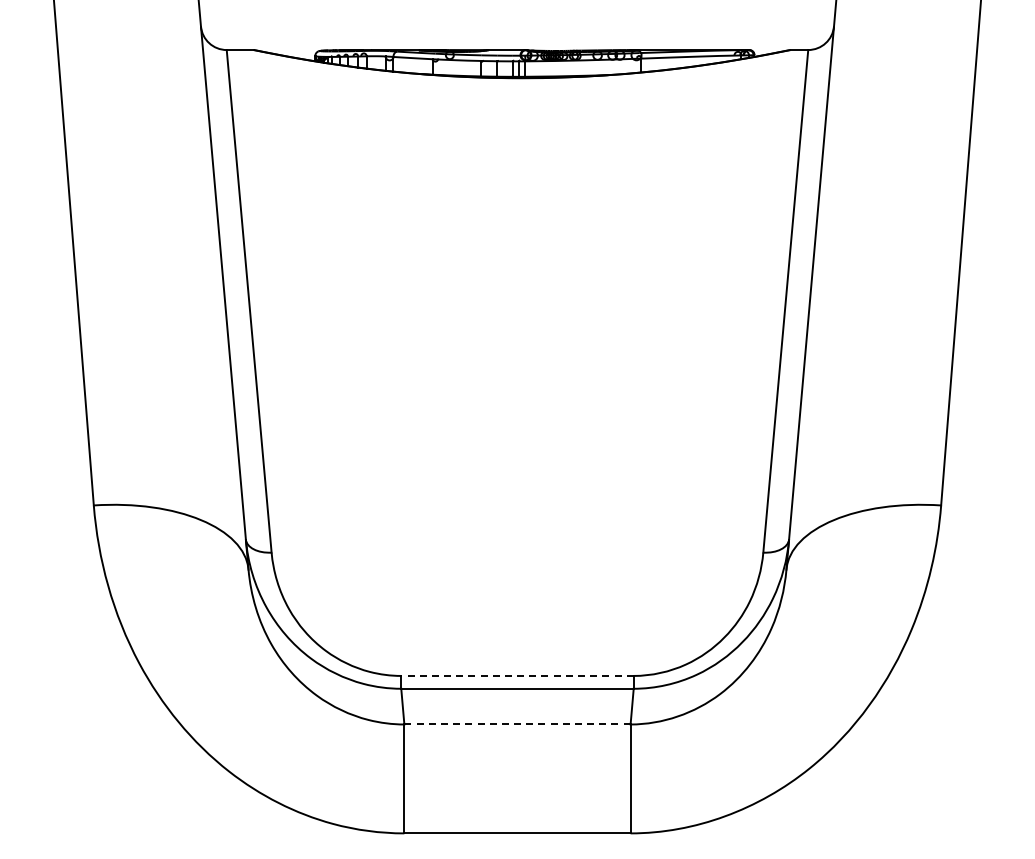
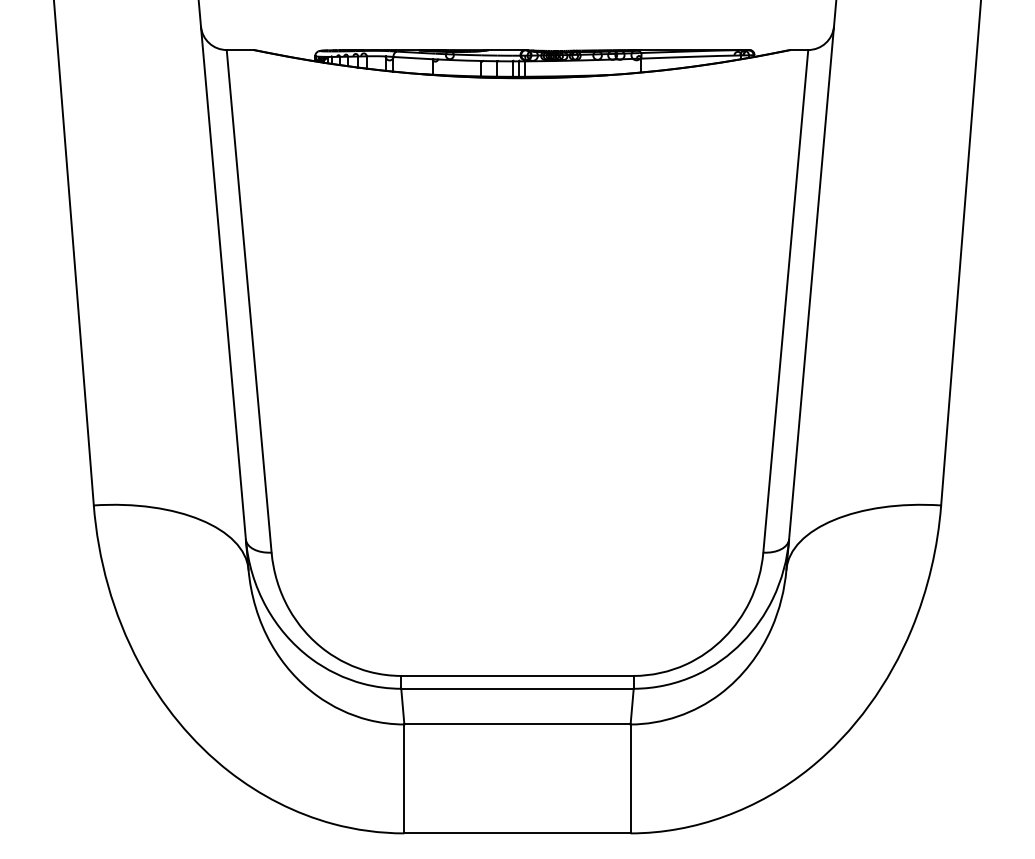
line at (517, 675): dashed -> solid
line at (517, 724): dashed -> solid
